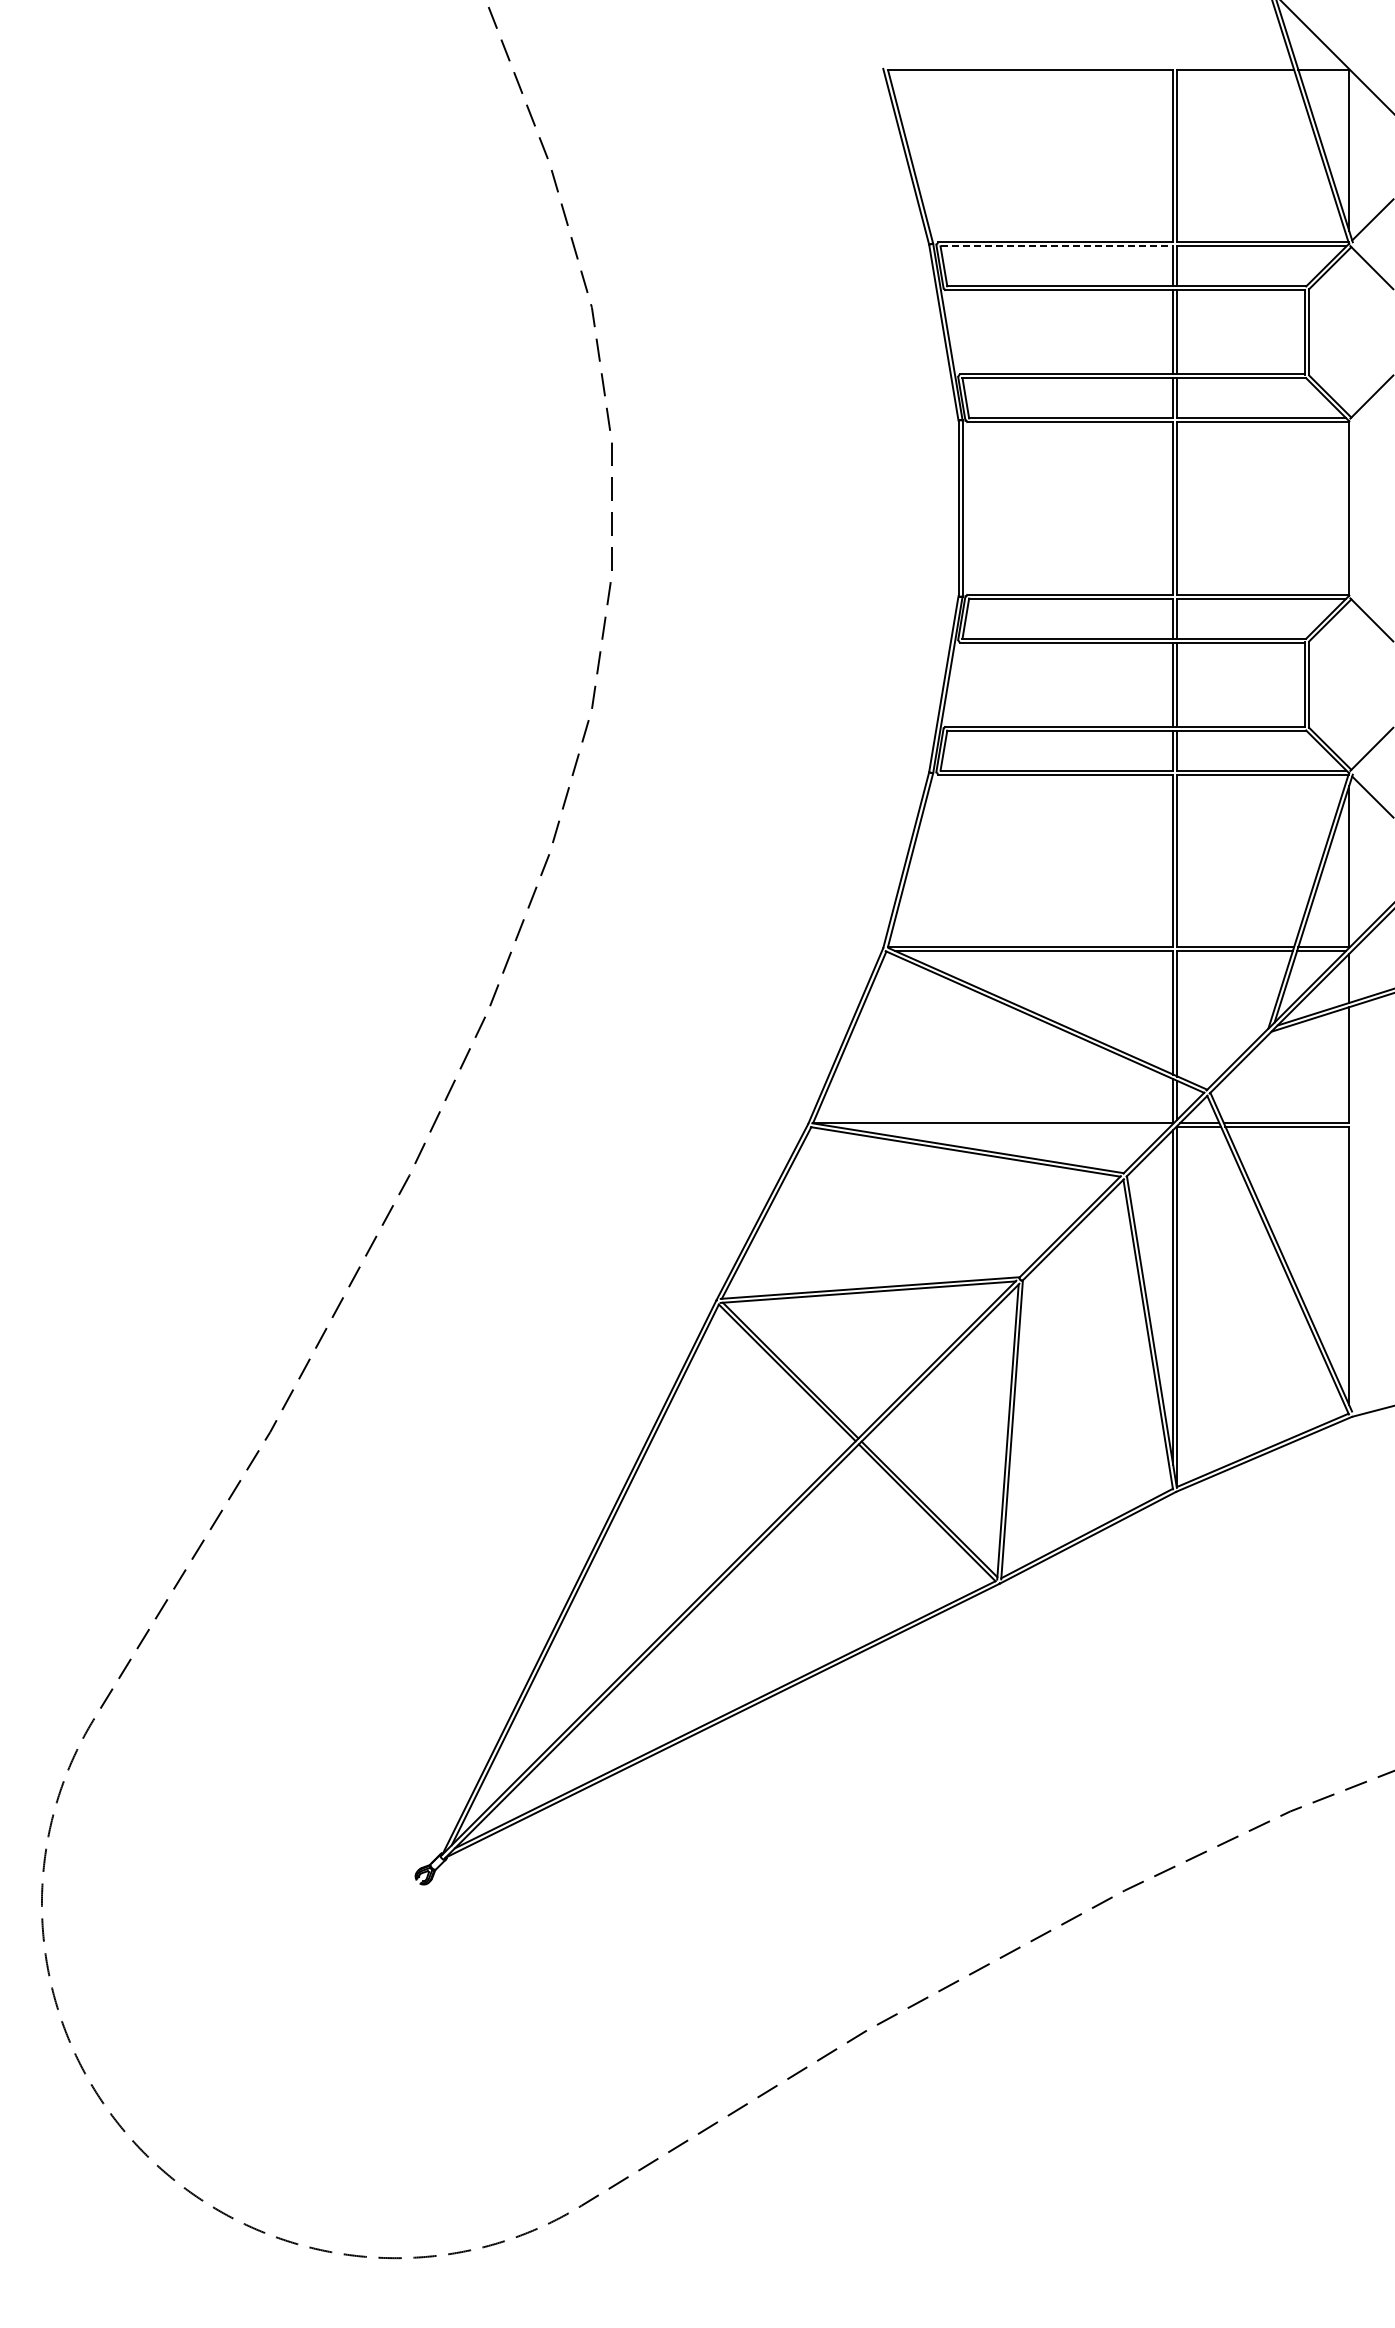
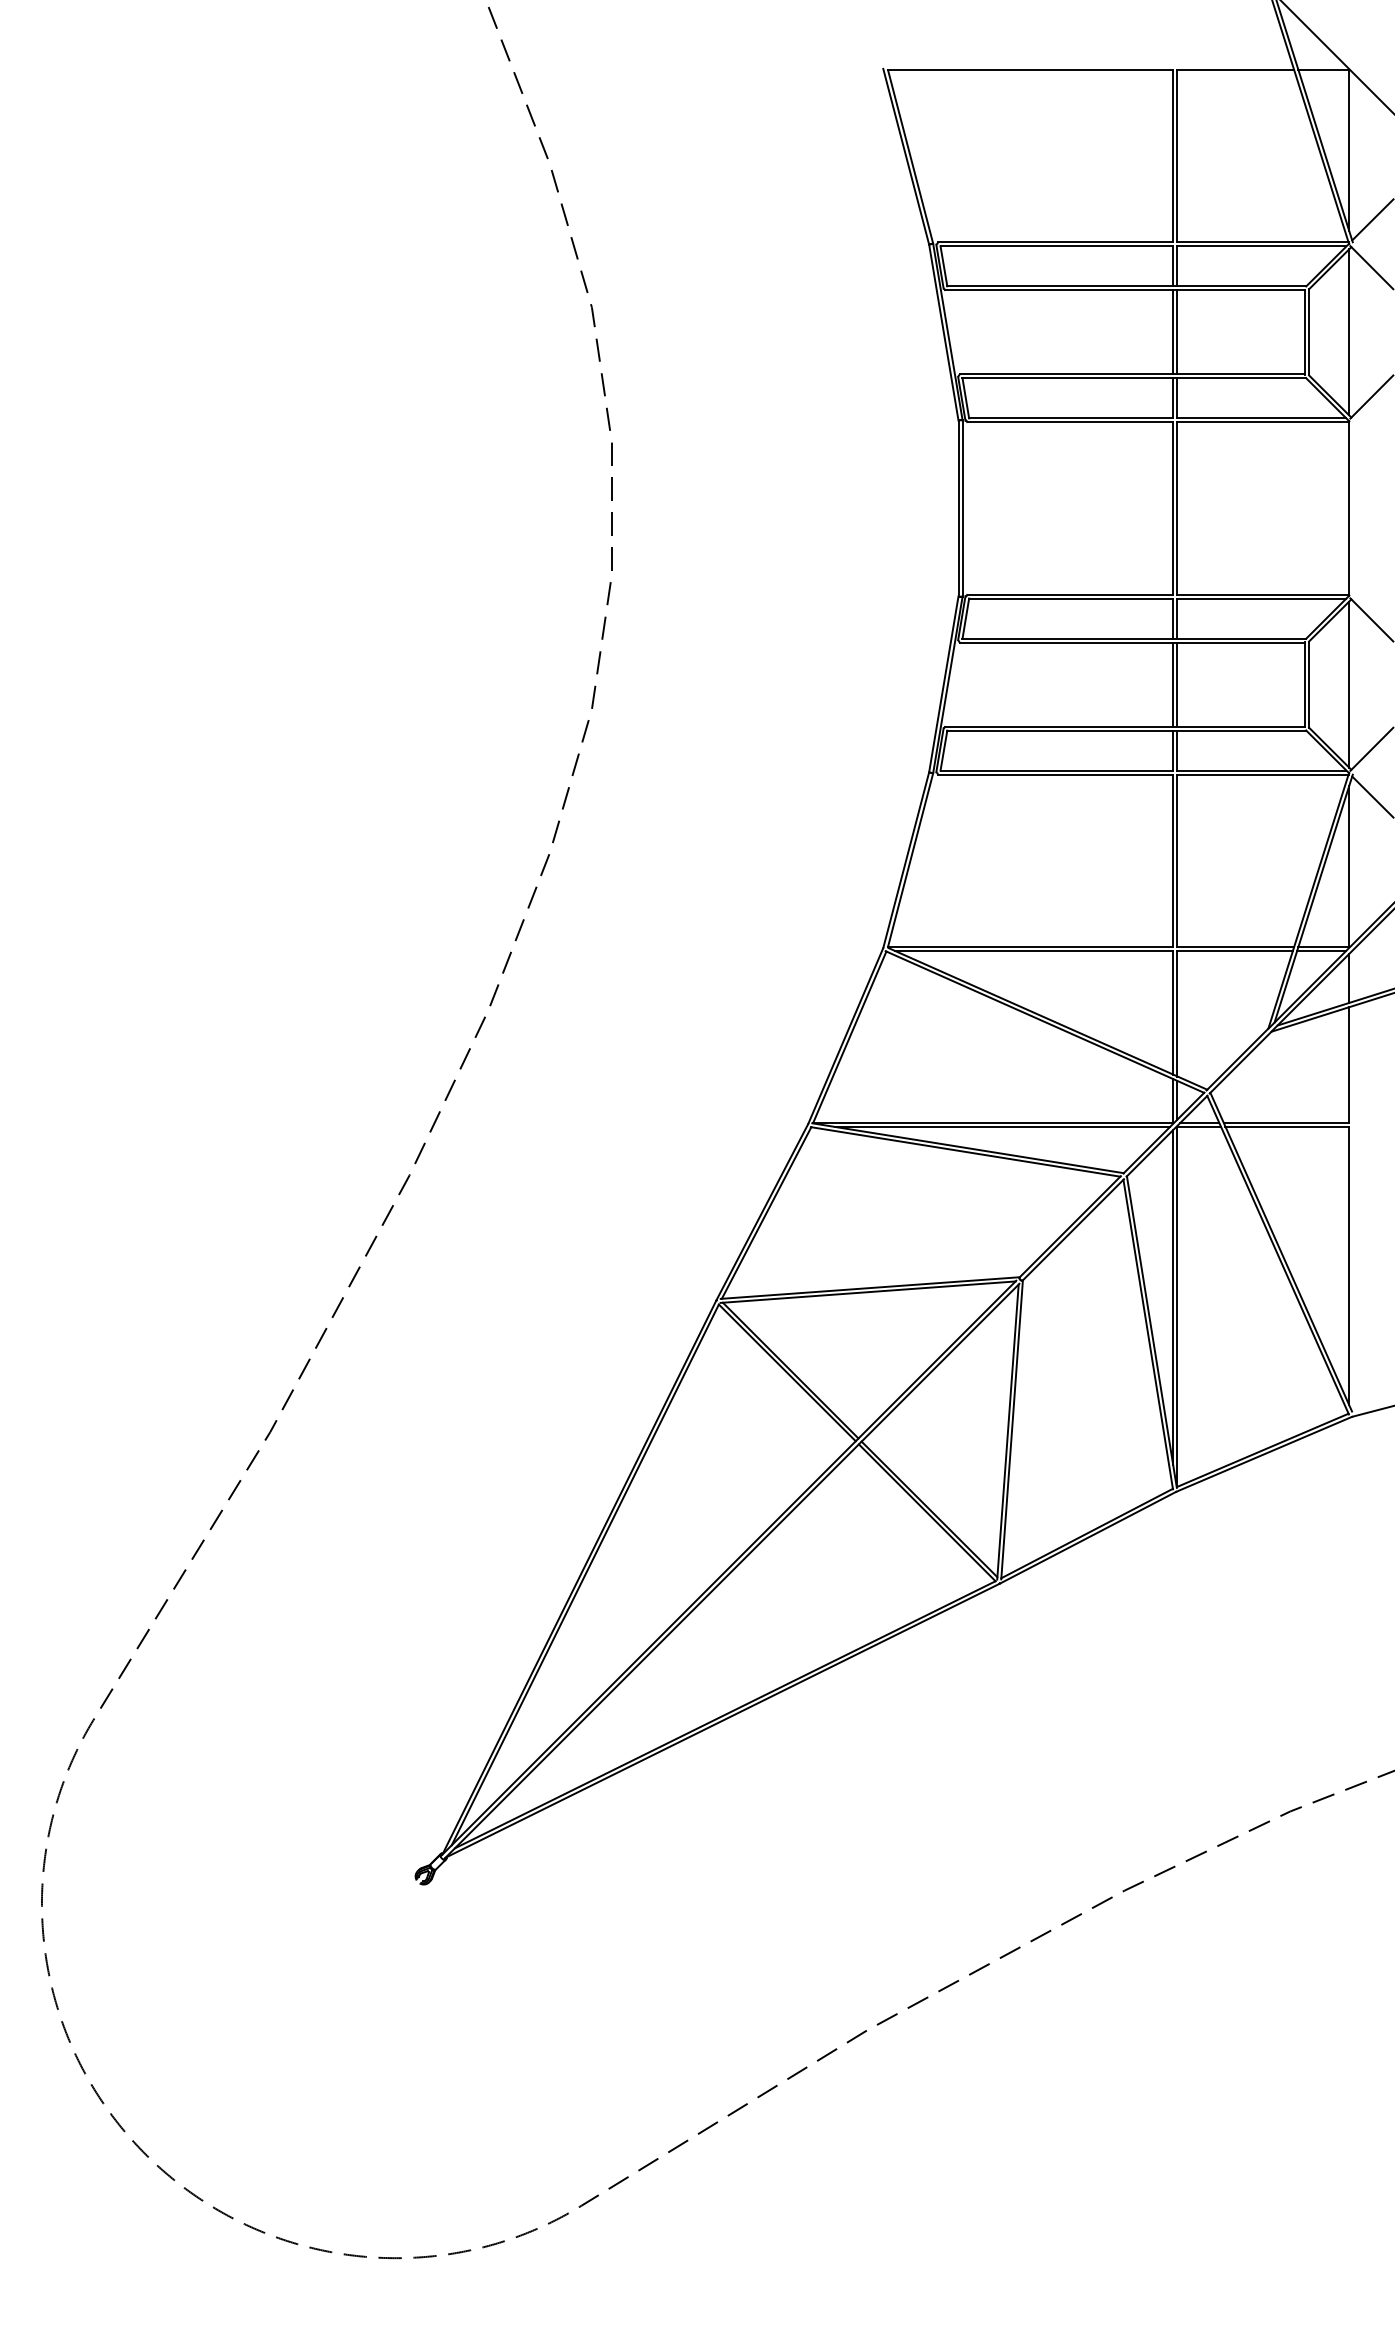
line at (1057, 246): dashed -> solid
line at (1349, 332): none -> present
line at (1349, 684): none -> present
line at (1002, 1126): none -> present
